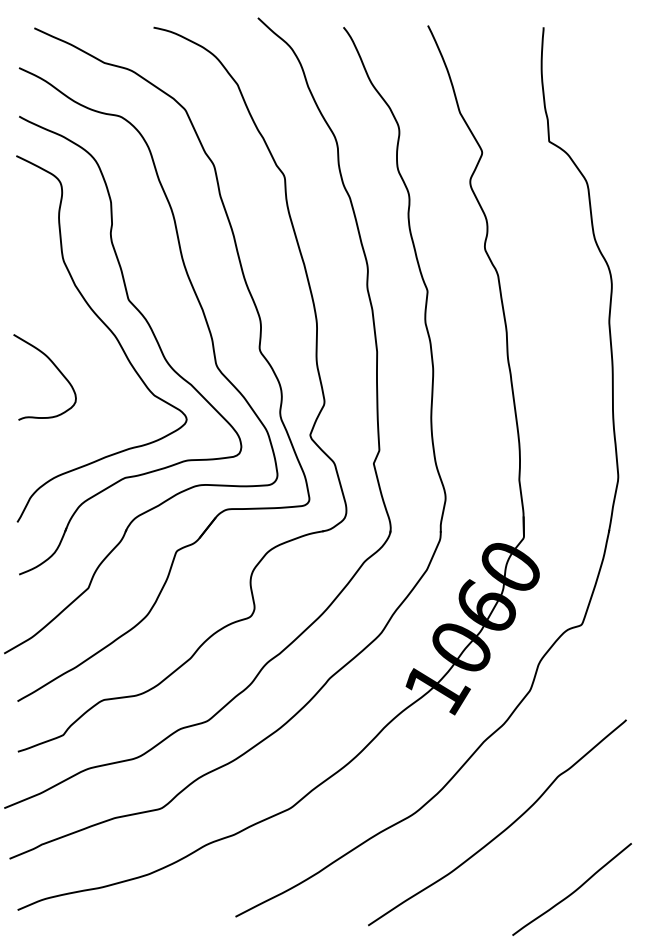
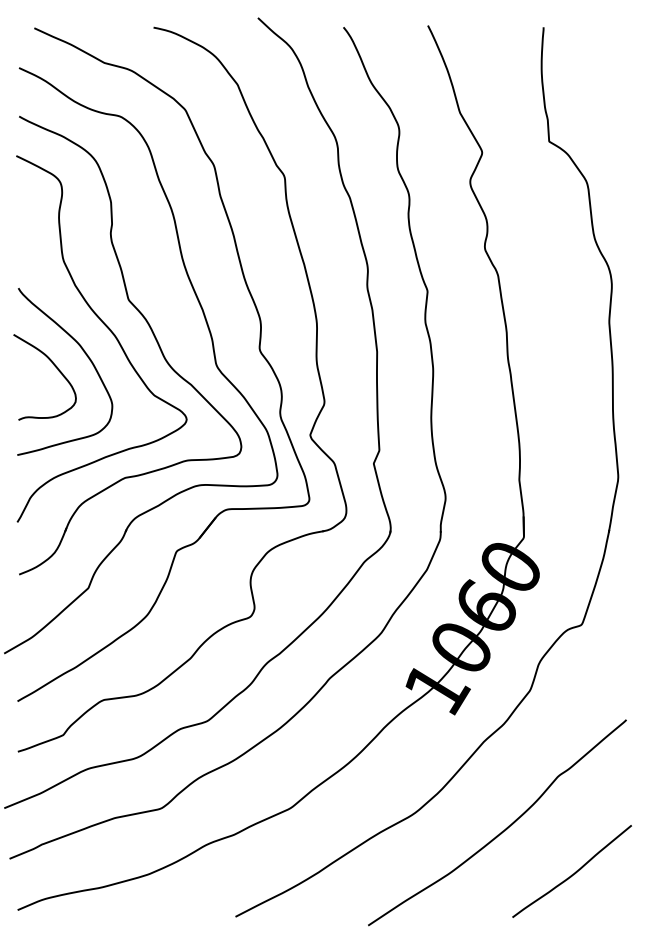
curve at (86, 356): none -> present
curve at (573, 891) position: (573, 891) -> (573, 873)
